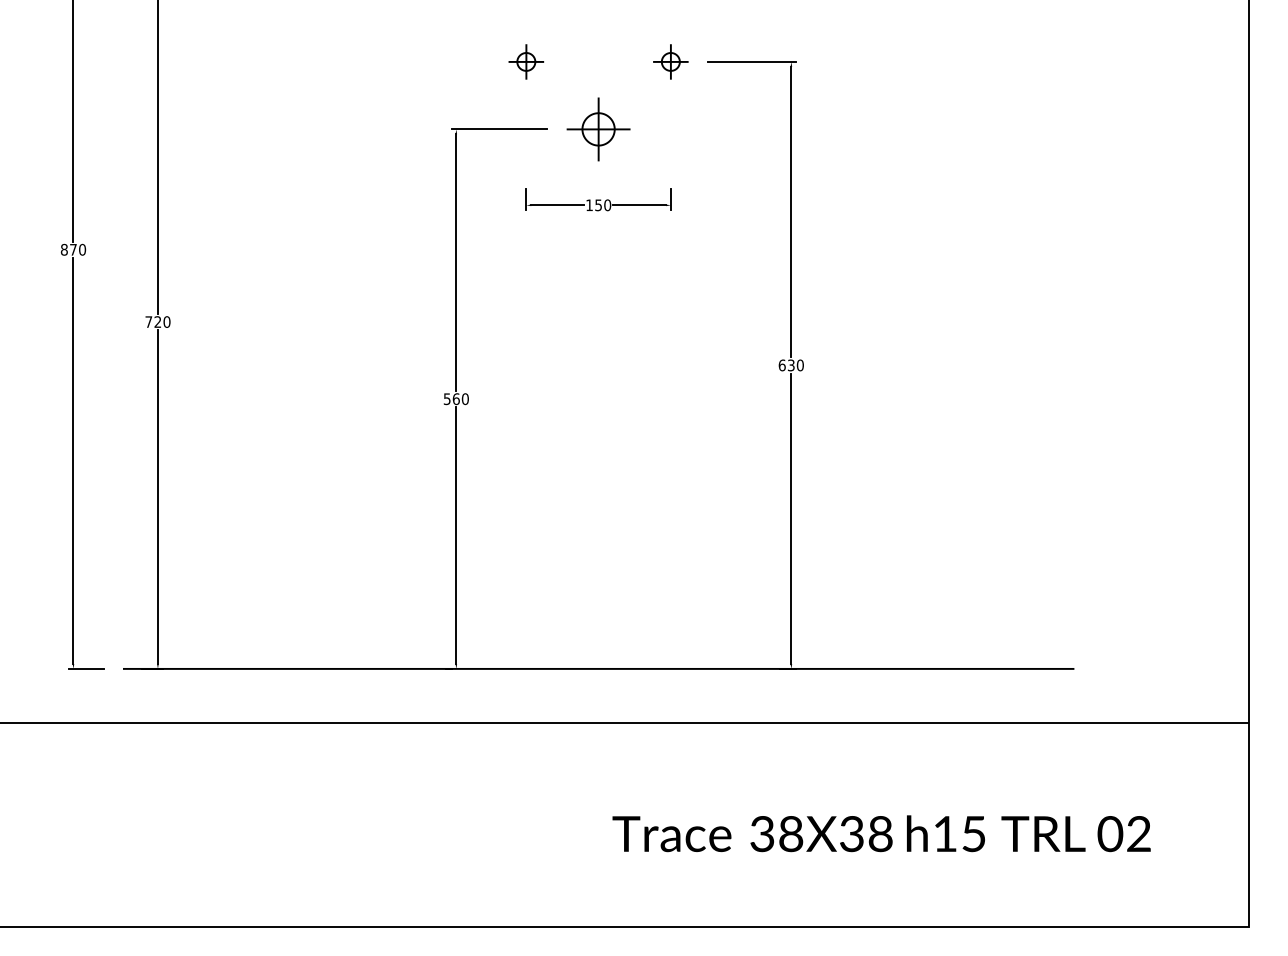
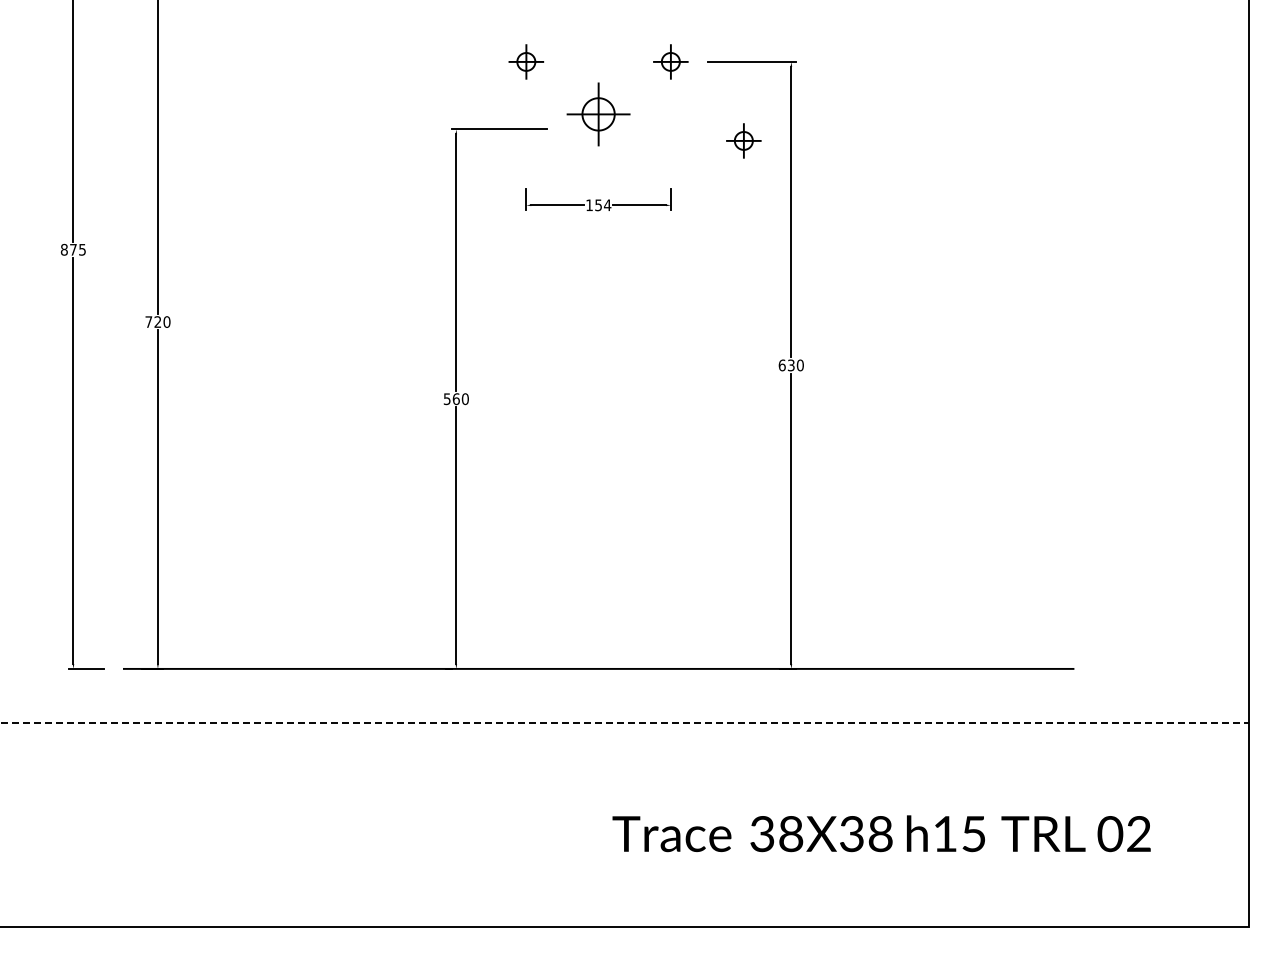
part at (598, 129) position: (598, 129) -> (598, 114)
part at (743, 140): none -> present
text at (607, 205): 150 -> 154
text at (82, 249): 870 -> 875
line at (625, 722): solid -> dashed
